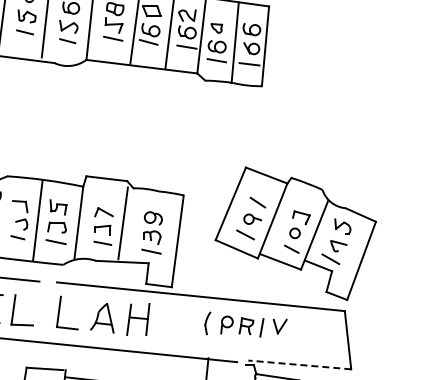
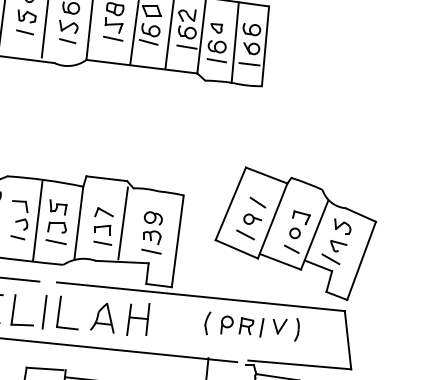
line at (44, 311): none -> present
part at (296, 329): none -> present
line at (299, 364): dashed -> solid
